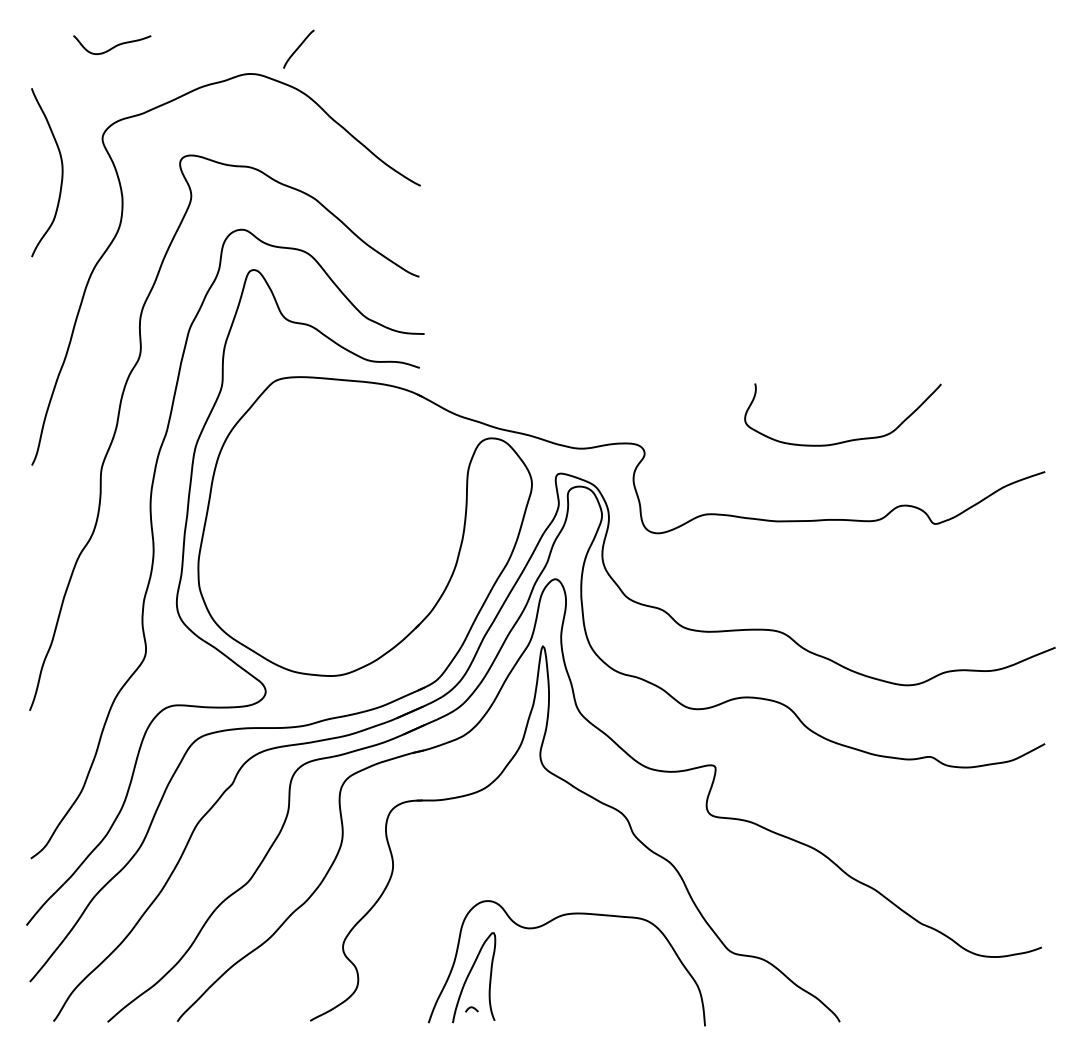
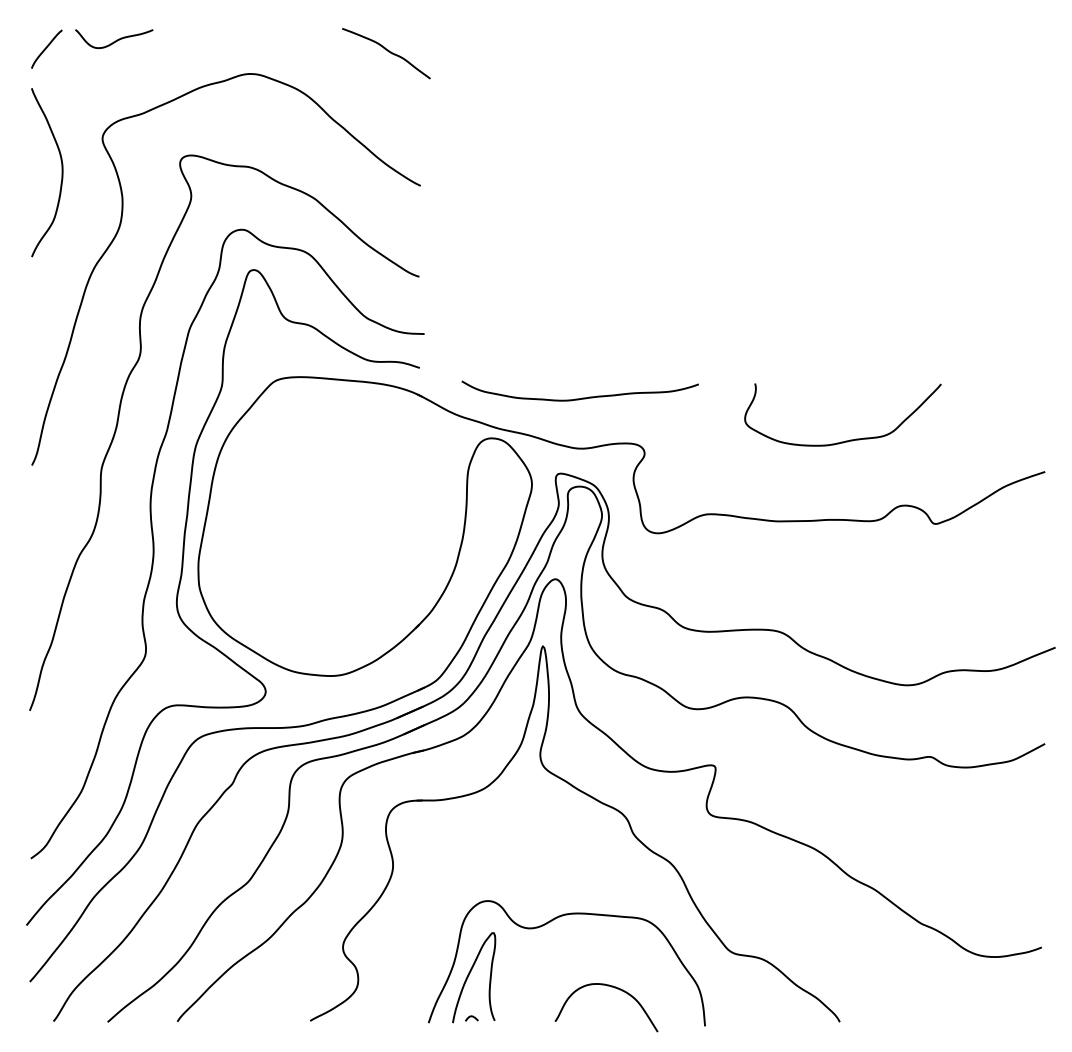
curve at (114, 45) position: (114, 45) -> (116, 39)
curve at (298, 48) position: (298, 48) -> (46, 48)
curve at (387, 51): none -> present
curve at (582, 397): none -> present
curve at (611, 987): none -> present
curve at (471, 1008) position: (471, 1008) -> (471, 1017)
